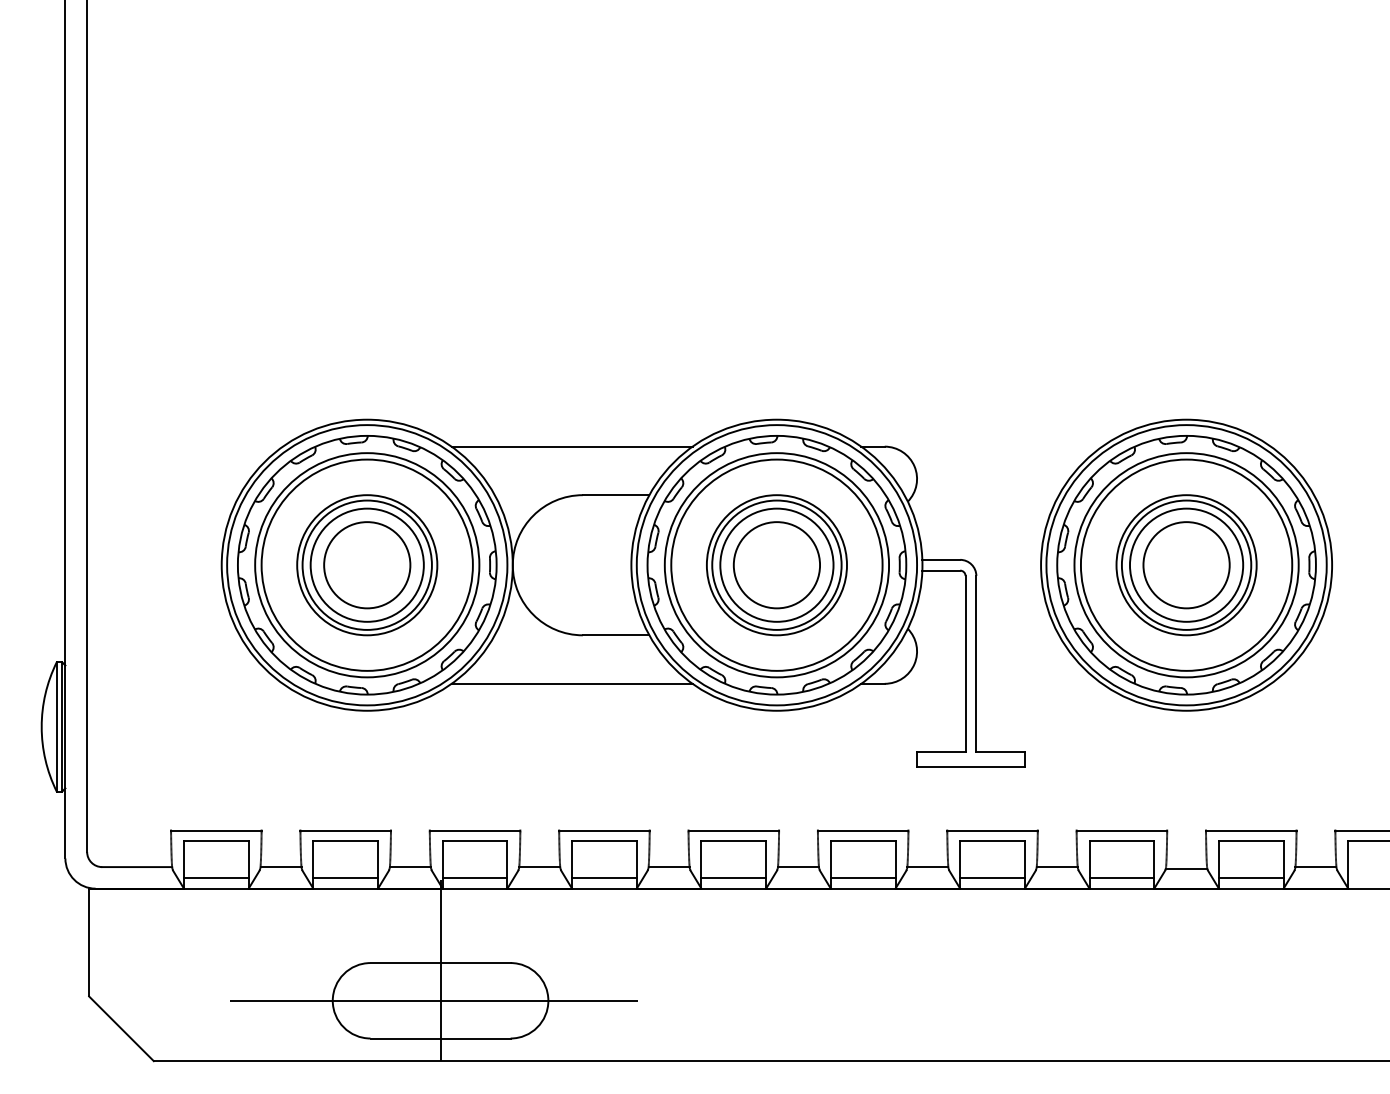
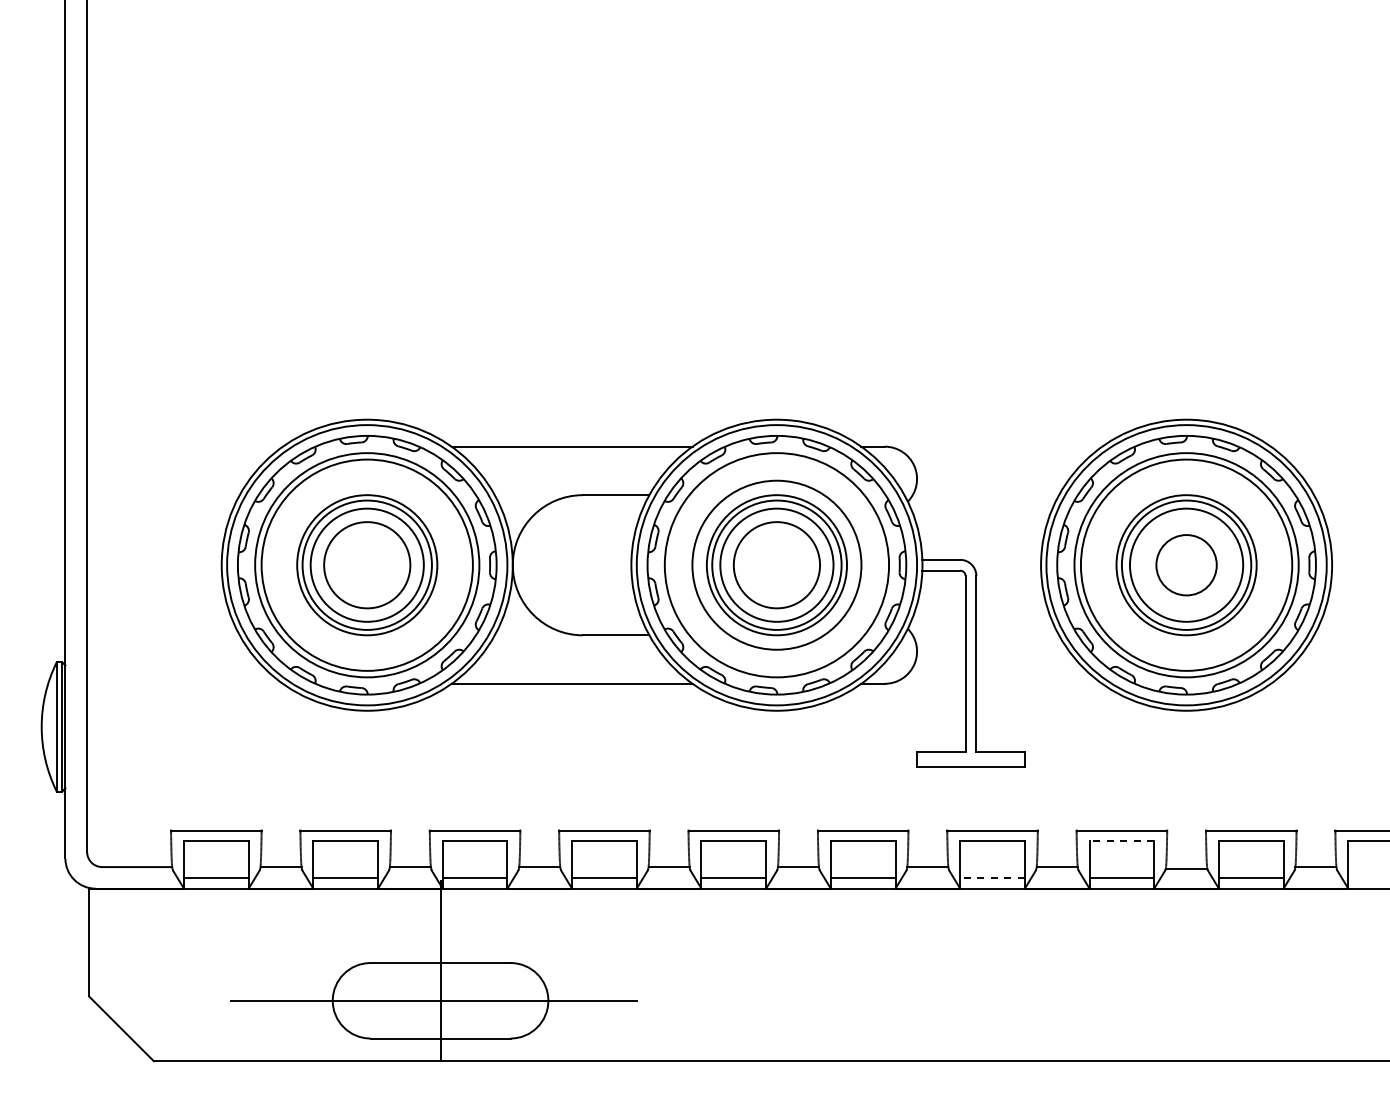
circle at (776, 564) diameter: 211 px -> 169 px
circle at (1186, 565) diameter: 86 px -> 60 px
line at (1121, 841): solid -> dashed
line at (992, 877): solid -> dashed
